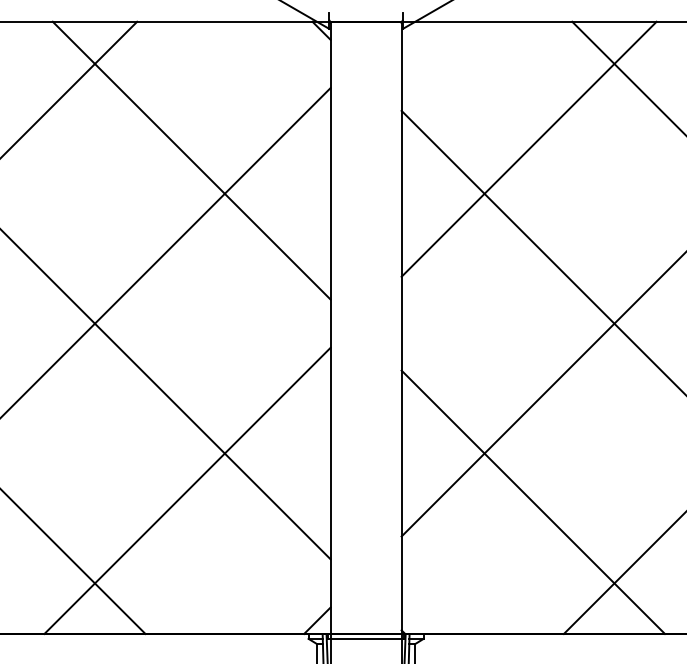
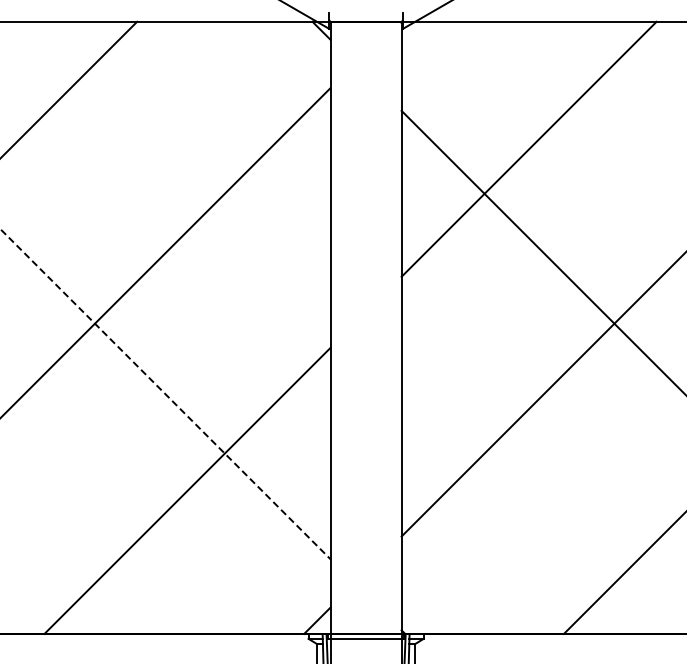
line at (627, 76): present -> none
line at (191, 160): present -> none
line at (165, 394): solid -> dashed
line at (532, 501): present -> none
line at (73, 562): present -> none
